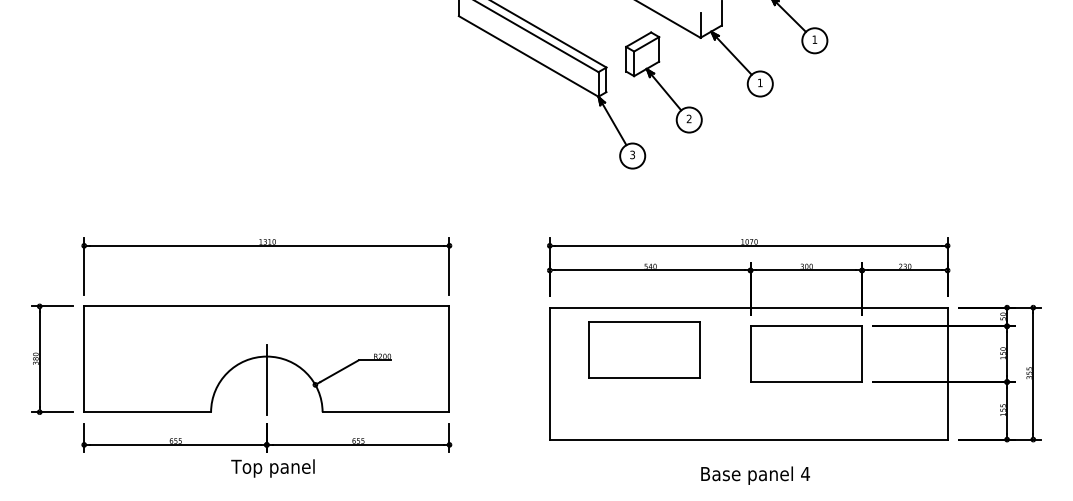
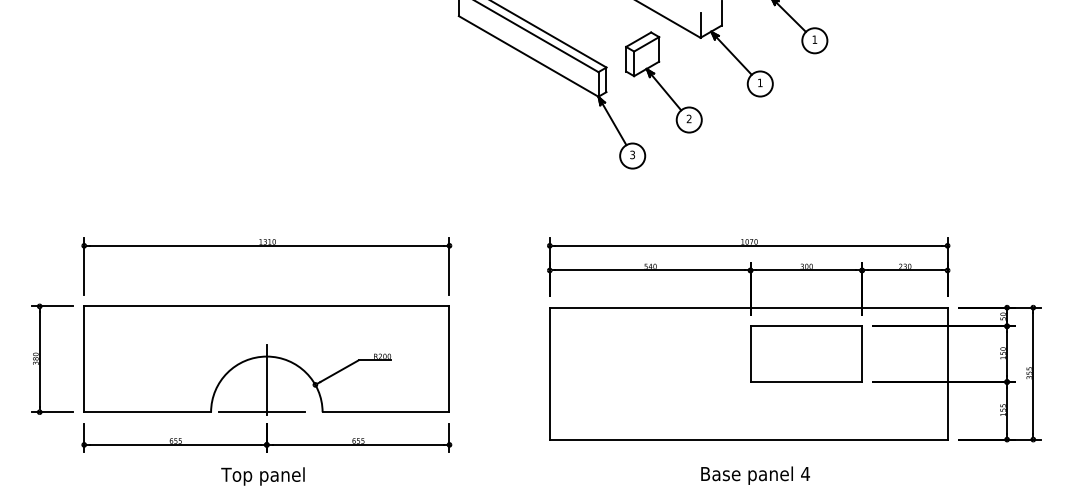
part at (644, 349): present -> none
line at (261, 412): none -> present
text at (272, 468) position: (272, 468) -> (262, 476)
